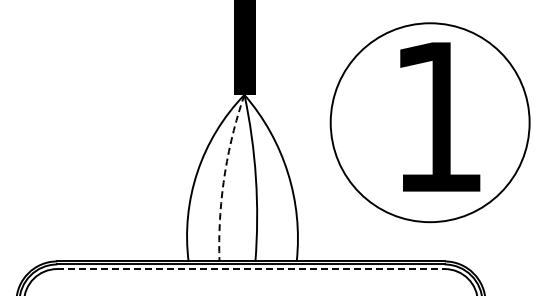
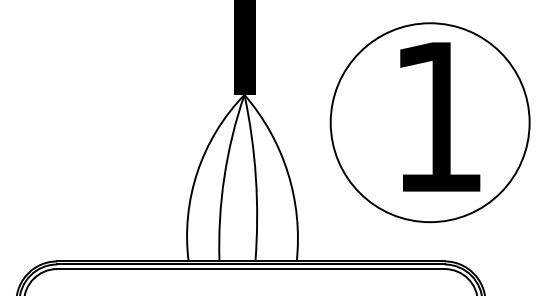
arc at (224, 177): dashed -> solid
line at (250, 269): dashed -> solid
